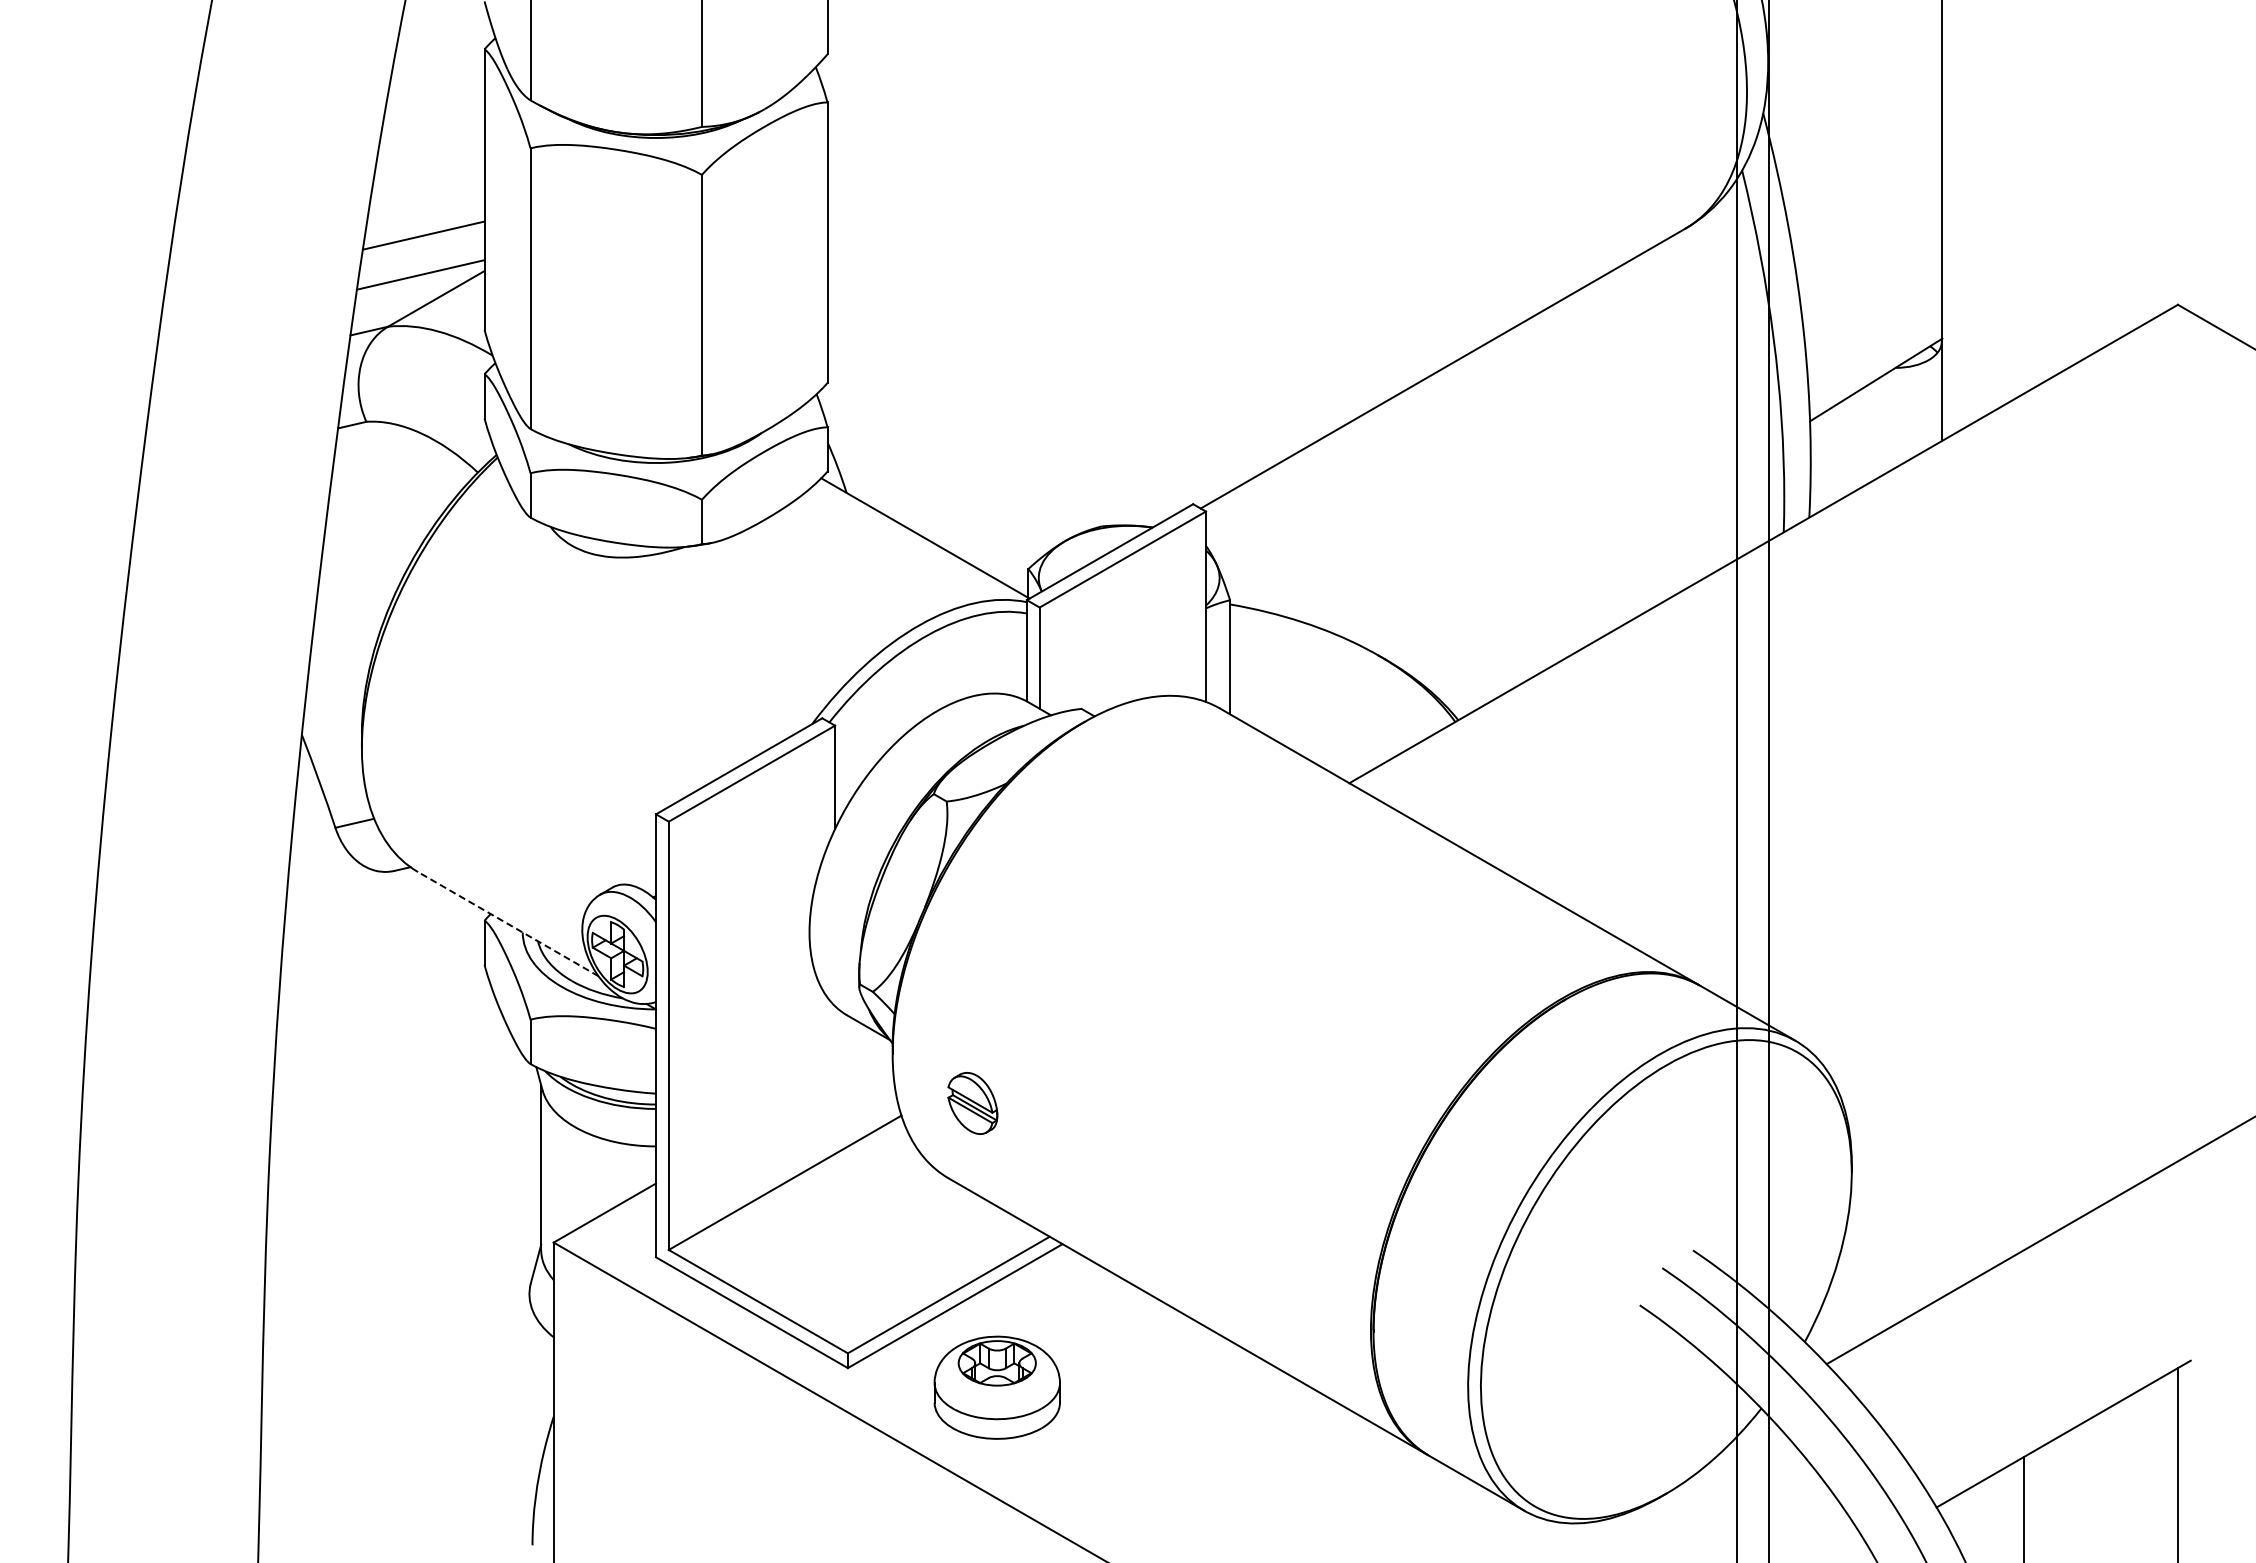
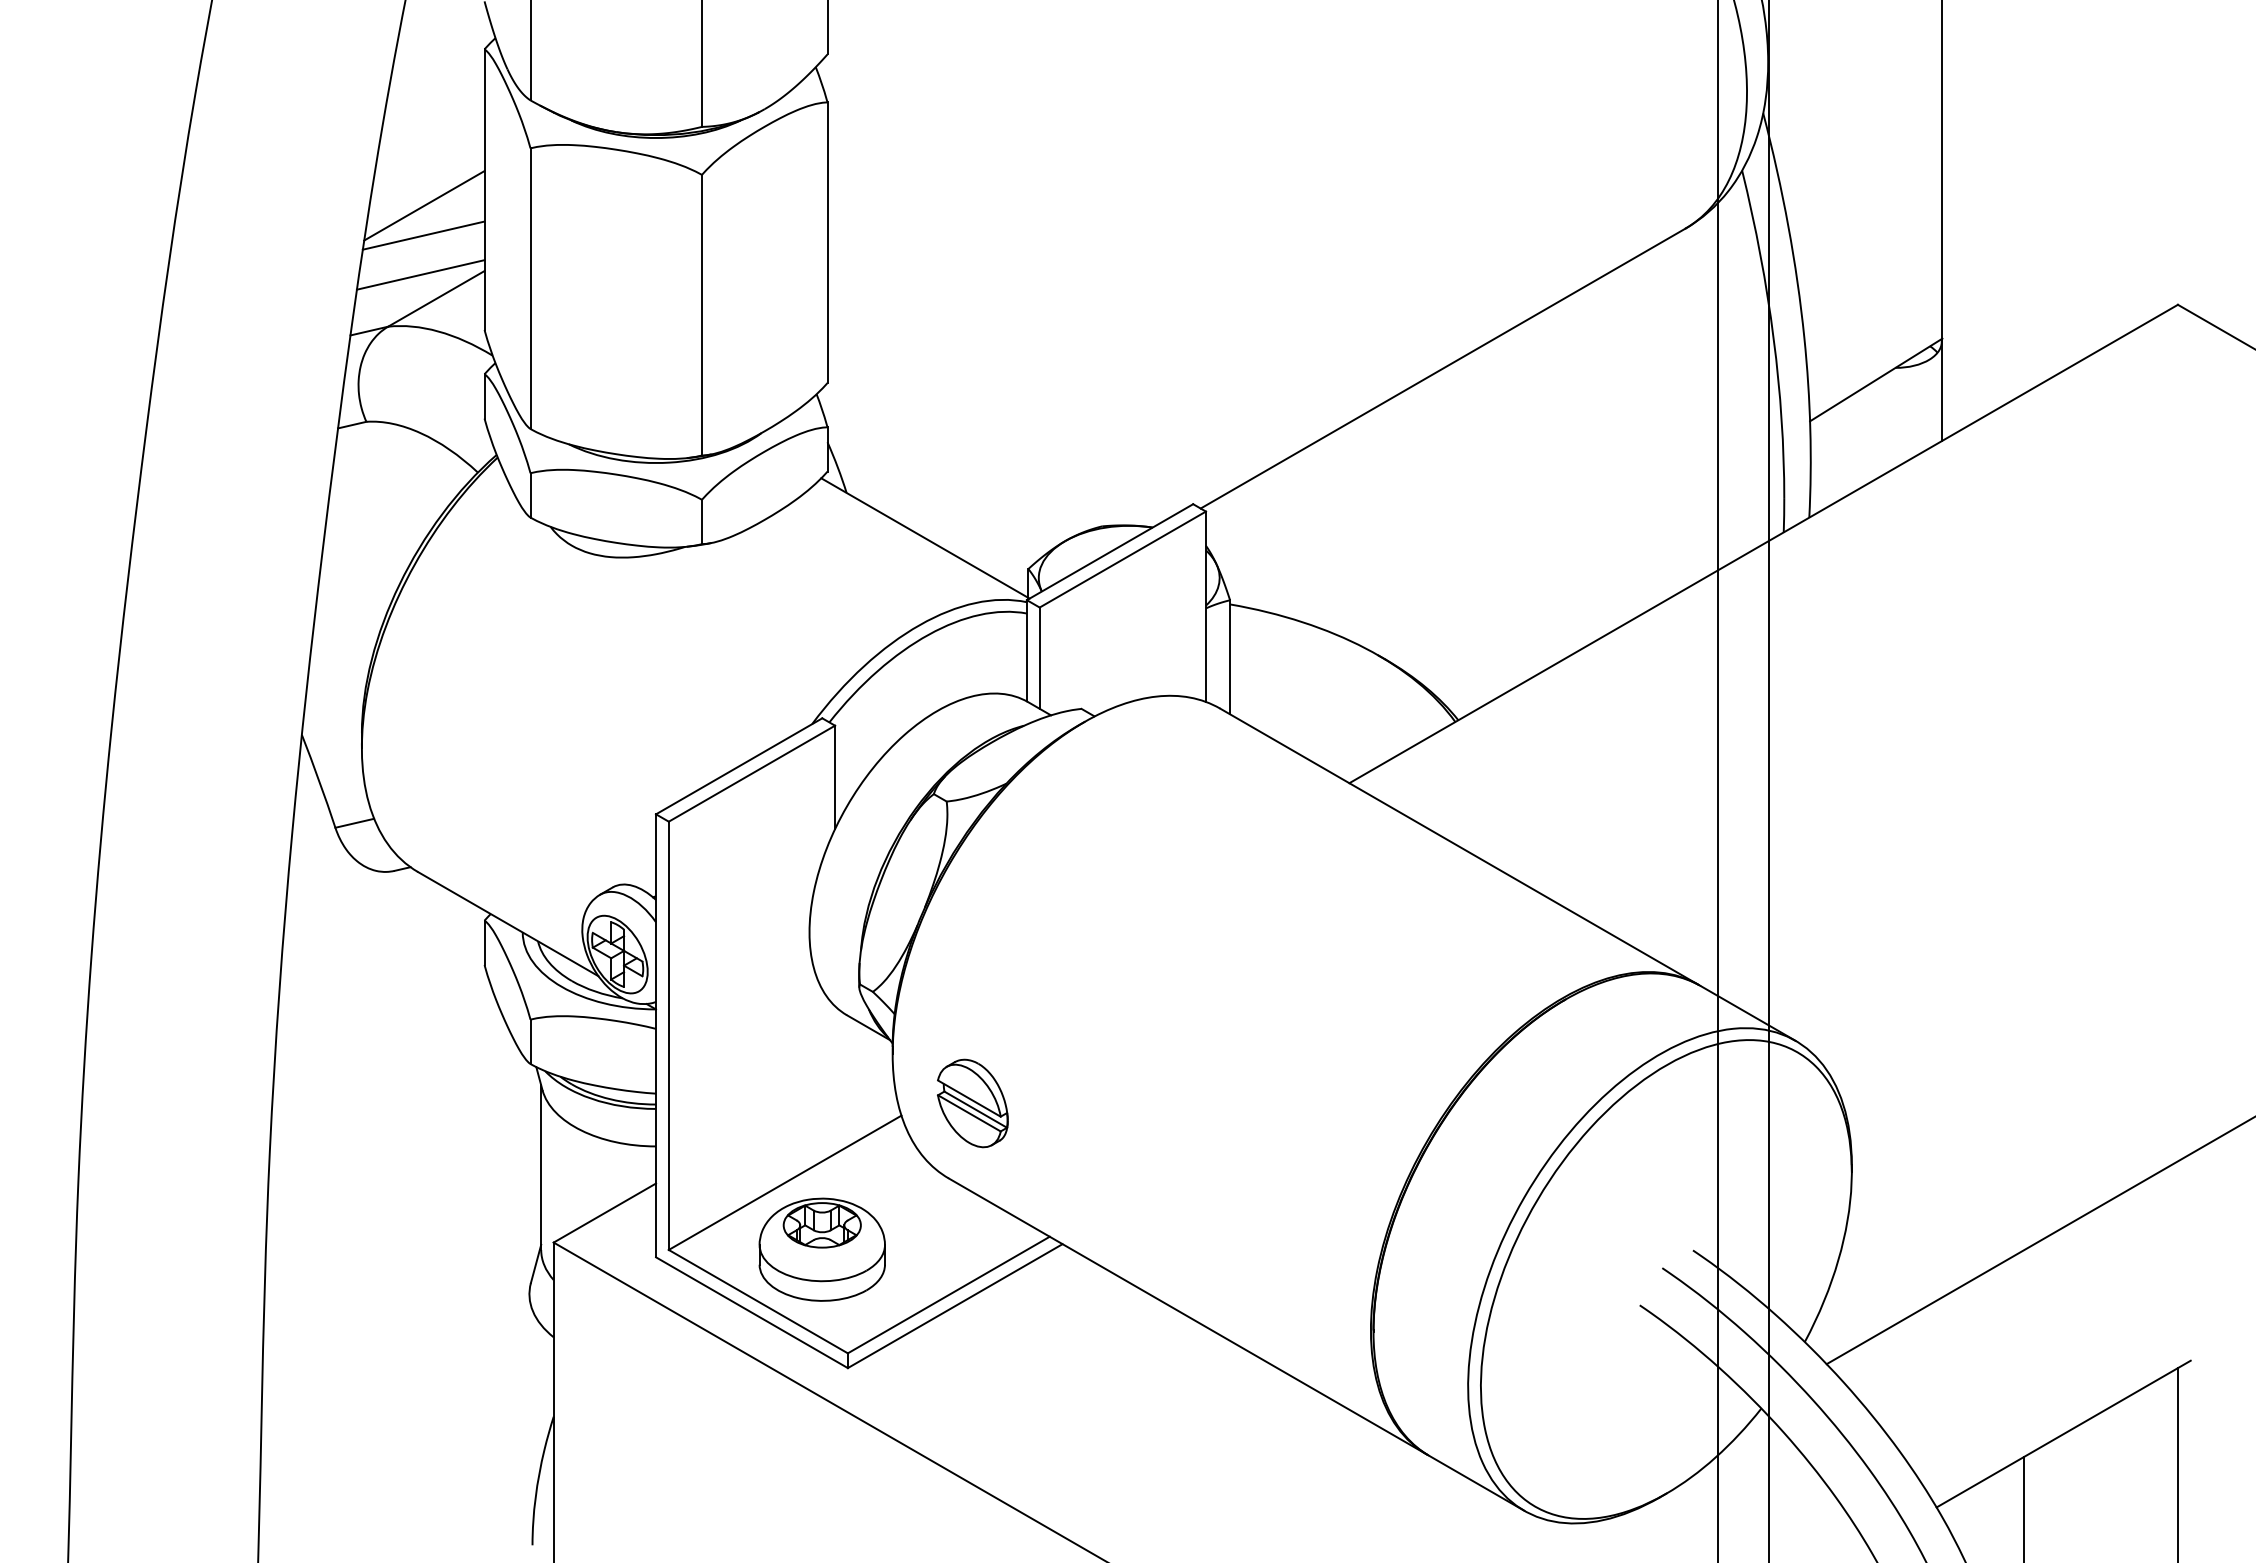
line at (424, 205): none -> present
line at (1736, 780) position: (1736, 780) -> (1717, 780)
line at (507, 923): dashed -> solid
part at (972, 1103) size: 52x63 px -> 72x91 px
part at (996, 1387) position: (996, 1387) -> (821, 1249)
